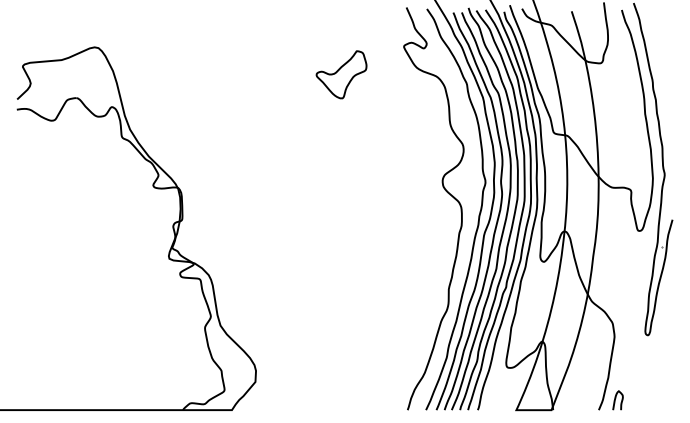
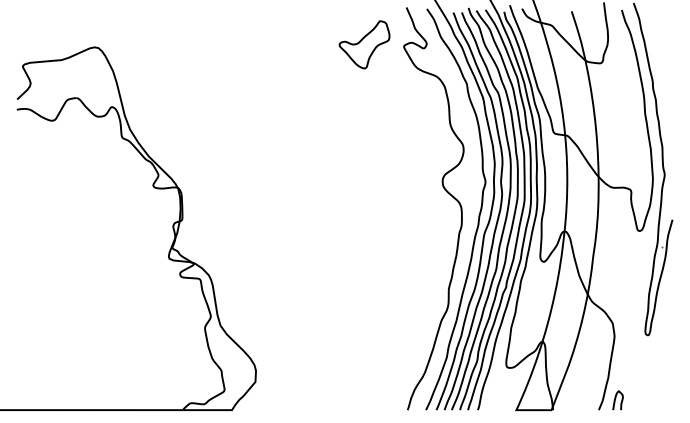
part at (341, 74) position: (341, 74) -> (364, 44)
